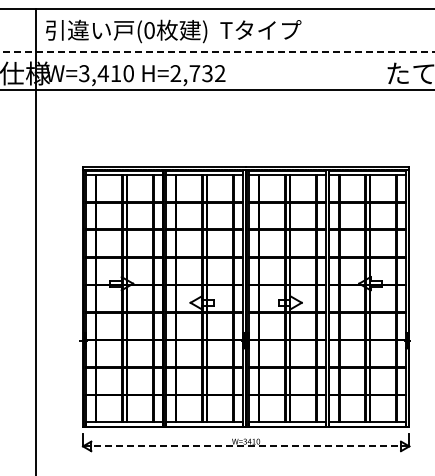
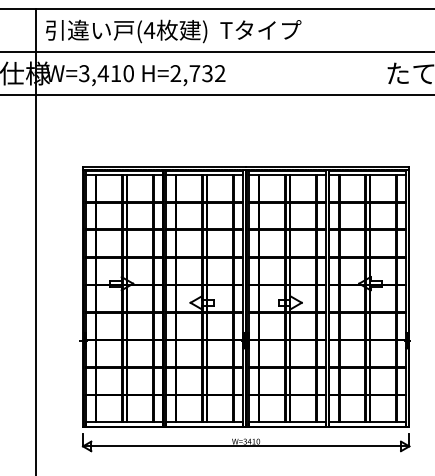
text at (149, 30): (0 -> (4
line at (217, 52): dashed -> solid
line at (216, 90) position: (216, 90) -> (216, 95)
line at (246, 446): dashed -> solid
